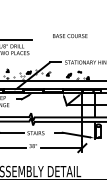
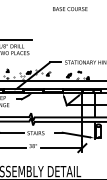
text at (70, 36) position: (70, 36) -> (70, 9)
